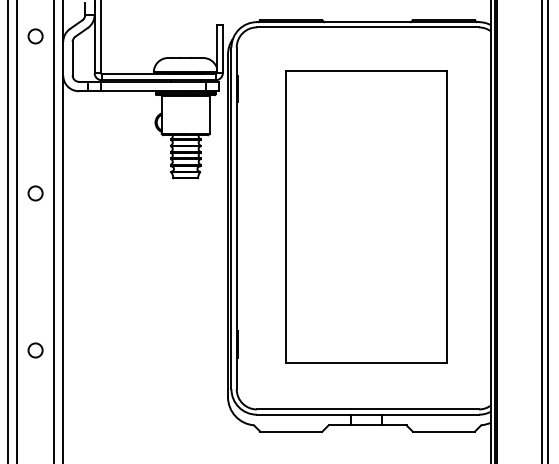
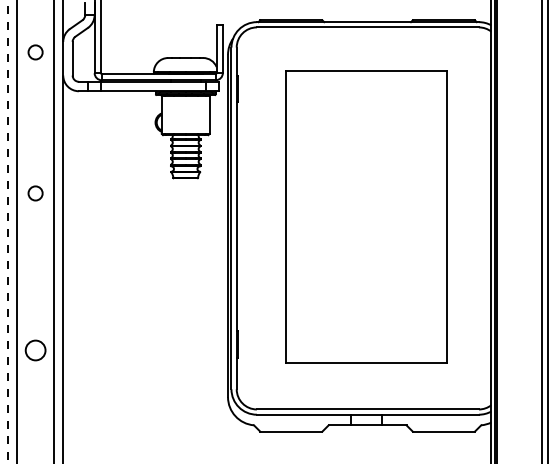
circle at (35, 36) position: (35, 36) -> (35, 52)
line at (7, 232): solid -> dashed
circle at (35, 350) size: 17x17 px -> 23x23 px
